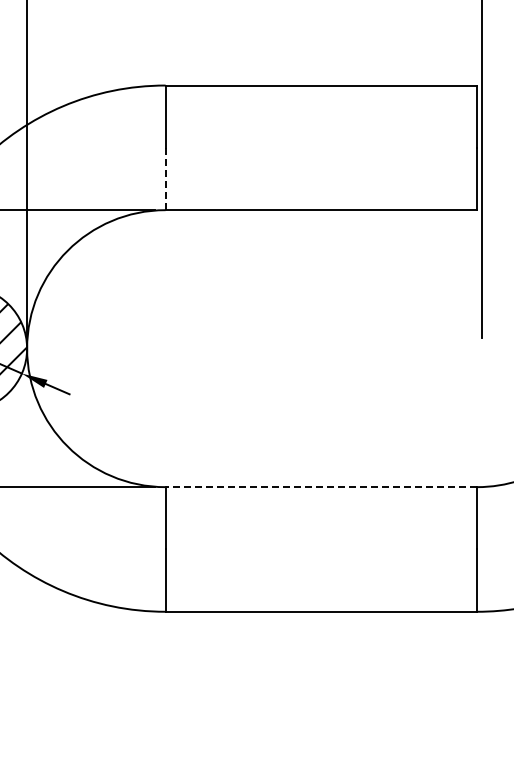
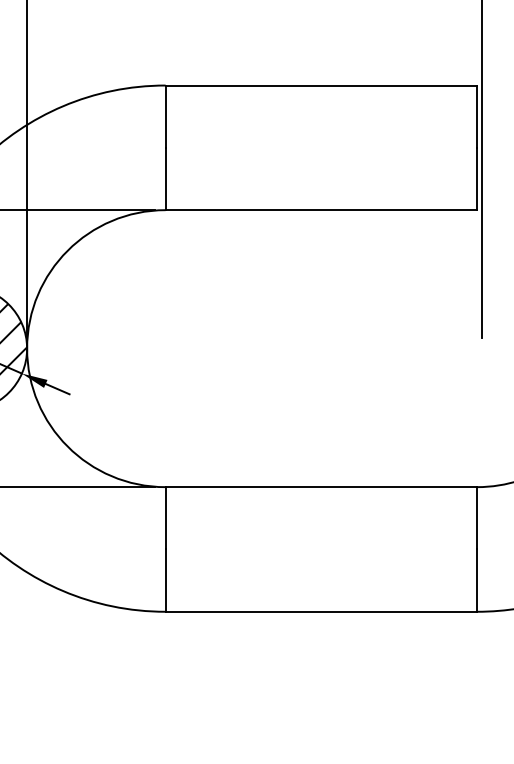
line at (165, 178): dashed -> solid
line at (321, 487): dashed -> solid
